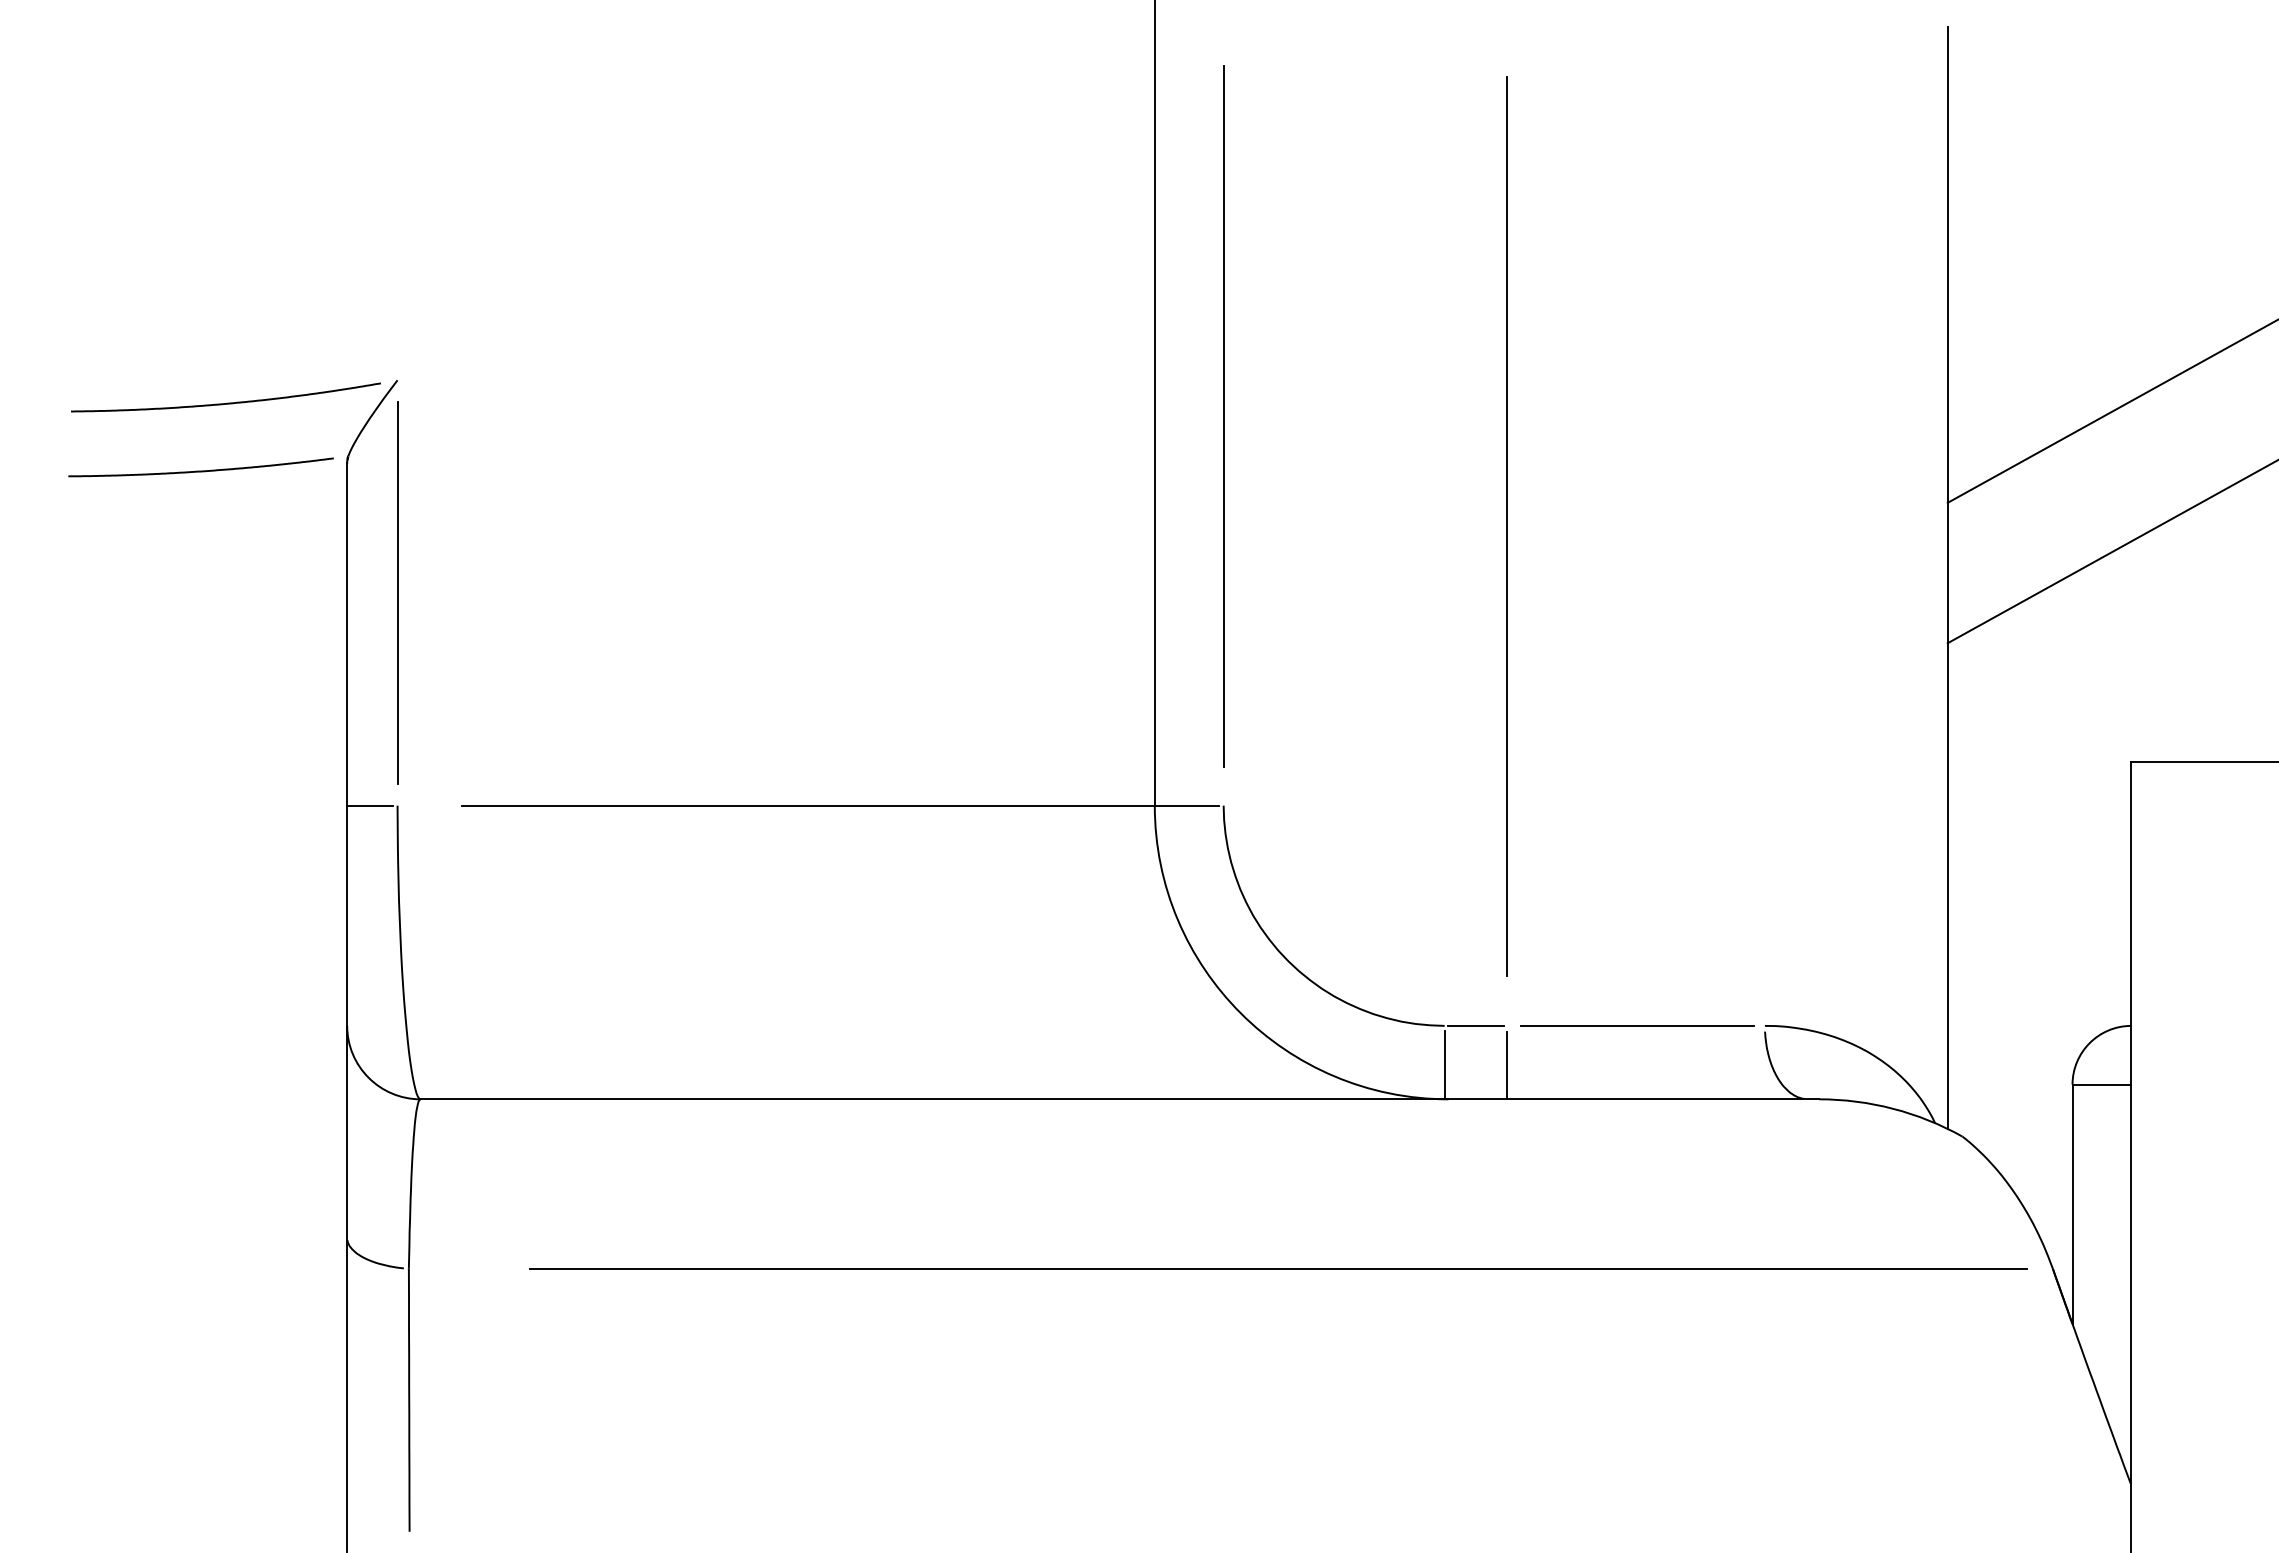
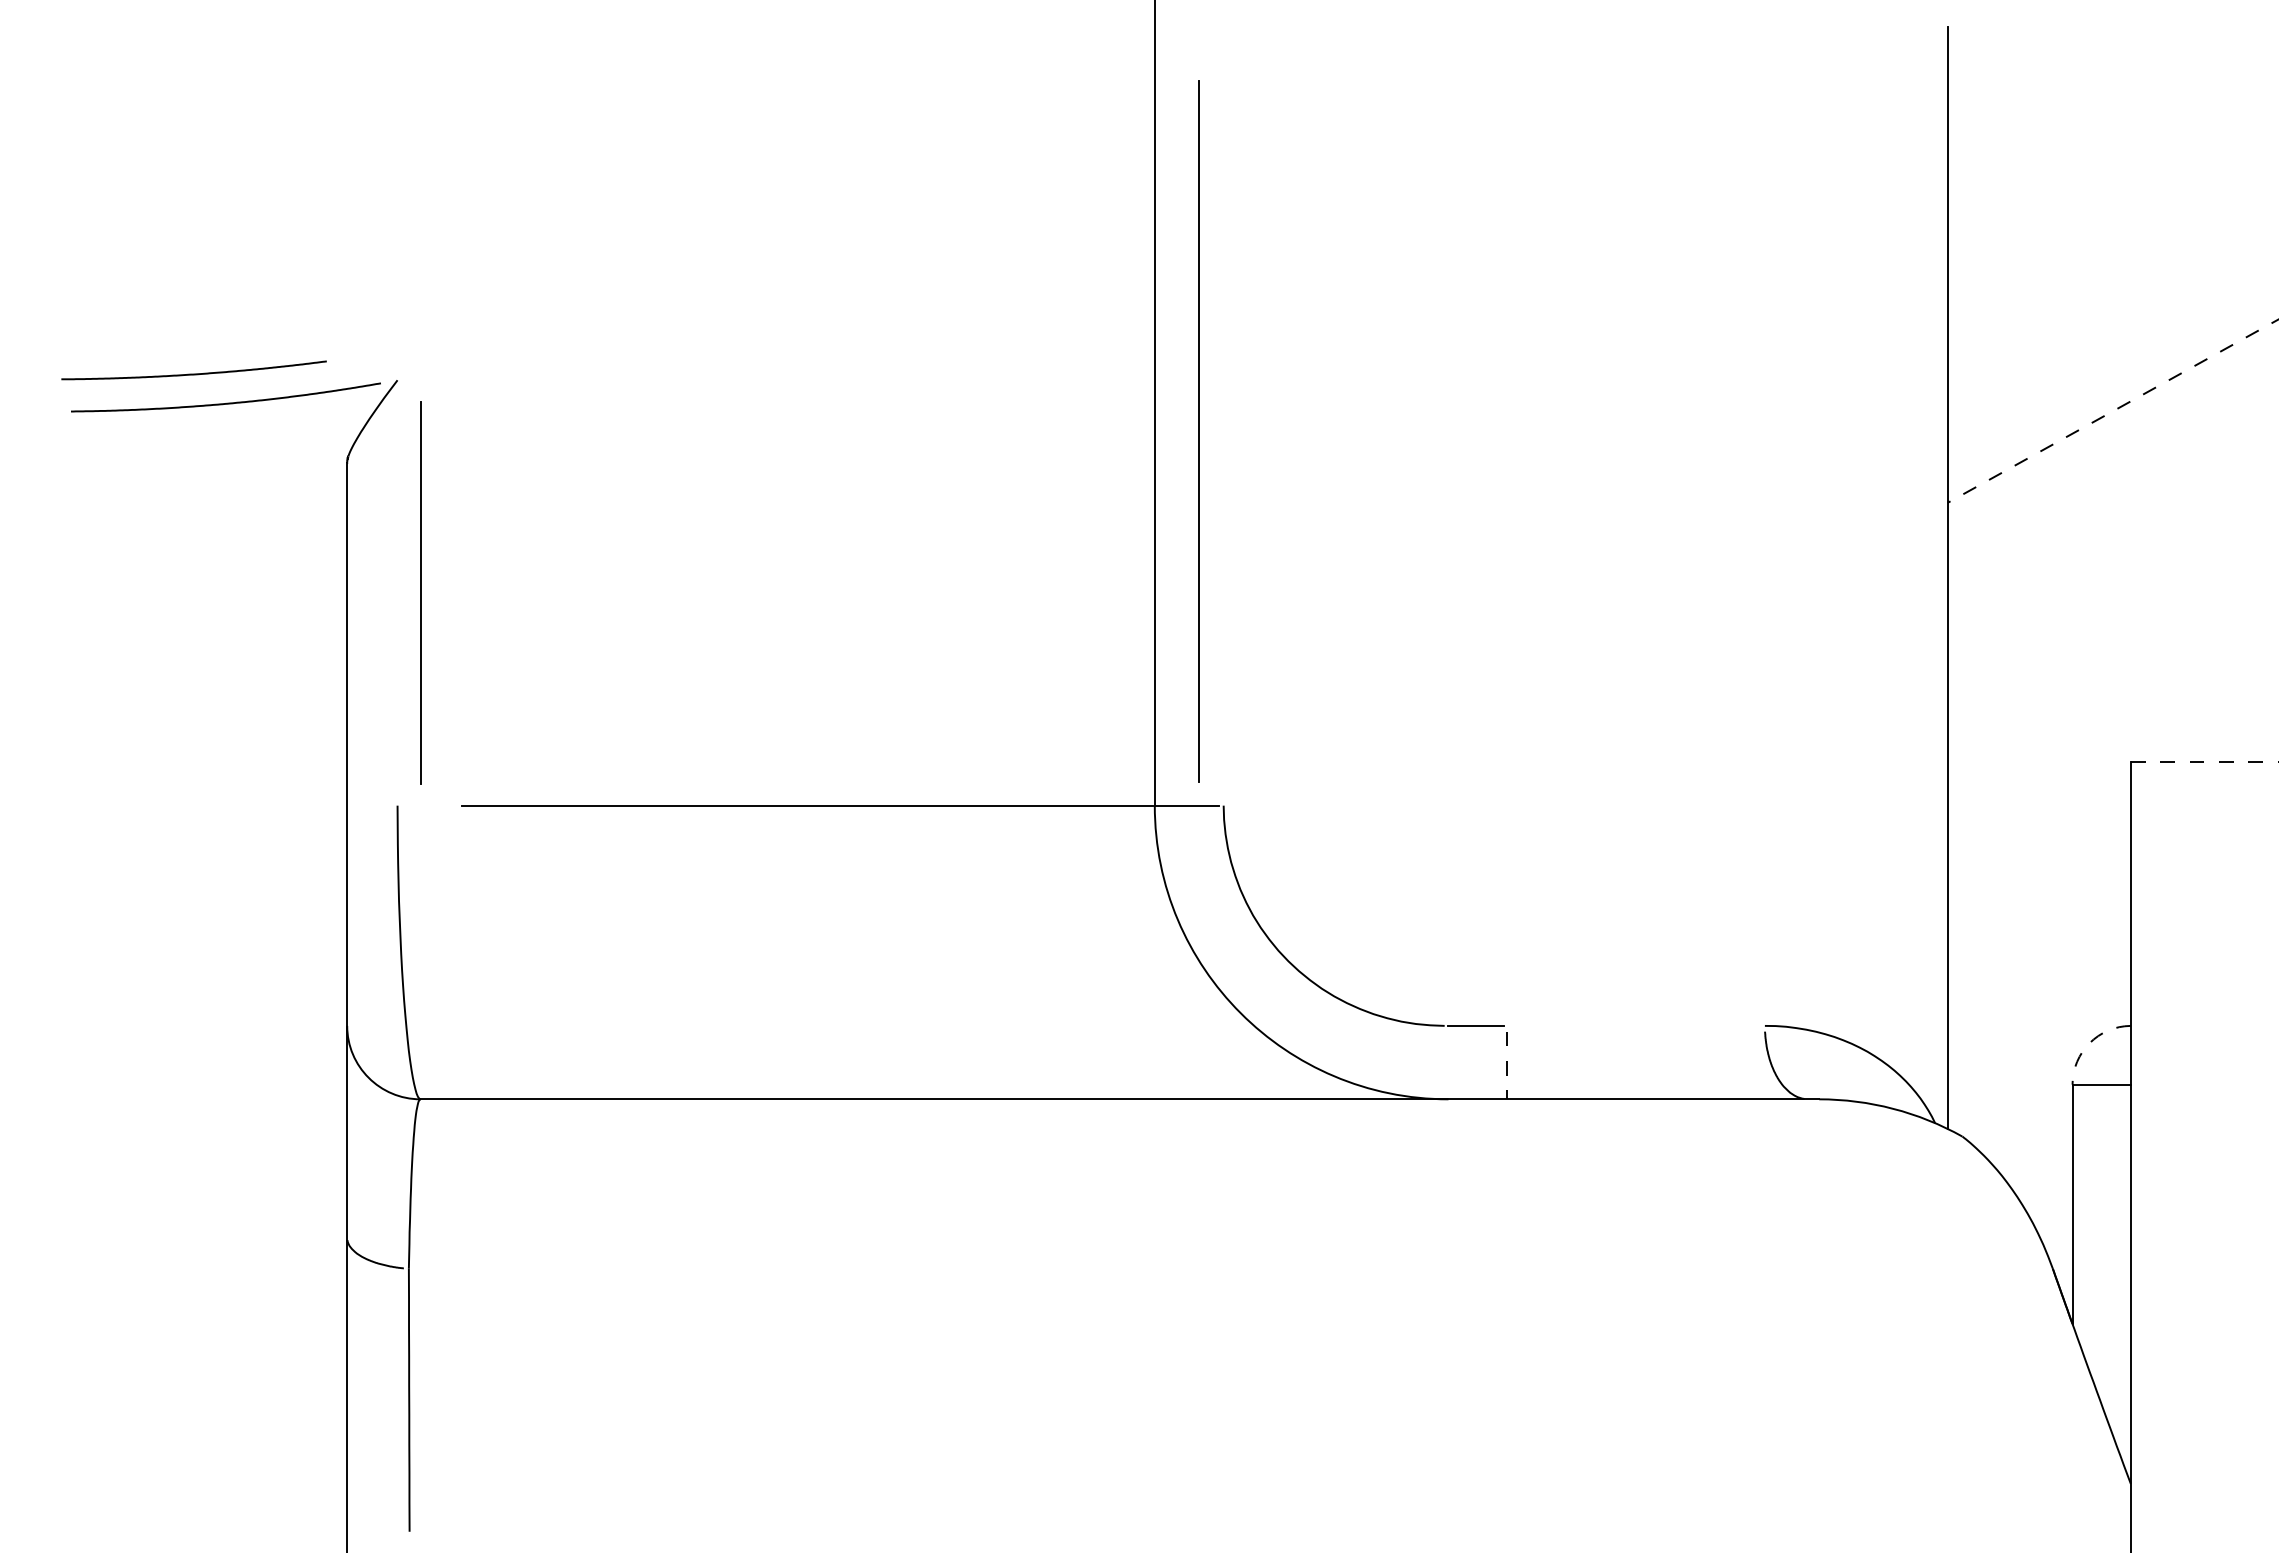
line at (2113, 411): solid -> dashed
line at (1223, 416) position: (1223, 416) -> (1198, 431)
curve at (200, 470) position: (200, 470) -> (193, 373)
line at (1507, 526): present -> none
line at (2111, 552): present -> none
line at (397, 592) position: (397, 592) -> (420, 592)
line at (2204, 761): solid -> dashed
line at (370, 805): present -> none
line at (1636, 1025): present -> none
arc at (2089, 1043): solid -> dashed
line at (1444, 1064): present -> none
line at (1507, 1065): solid -> dashed
line at (1278, 1268): present -> none
